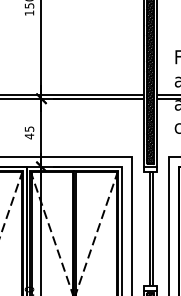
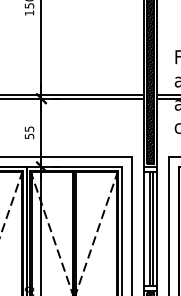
text at (29, 136): 45 -> 55
line at (144, 228): none -> present
line at (156, 228): none -> present
